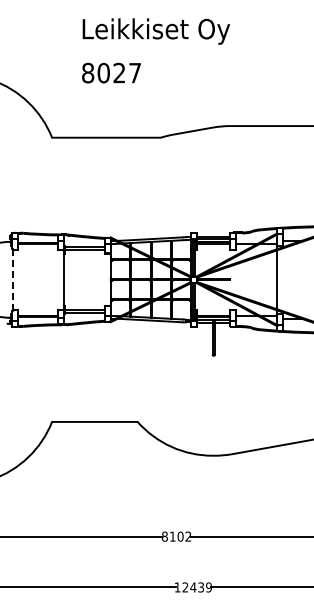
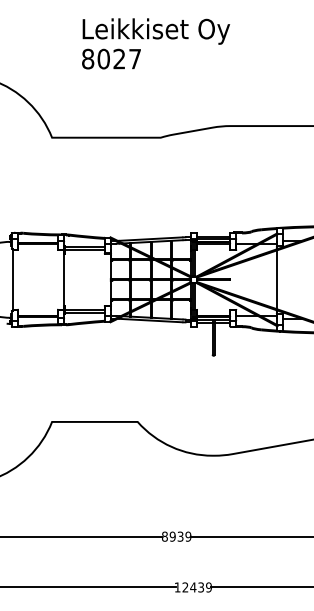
text at (111, 72) position: (111, 72) -> (111, 58)
line at (12, 280): dashed -> solid
text at (180, 536): 8102 -> 8939
